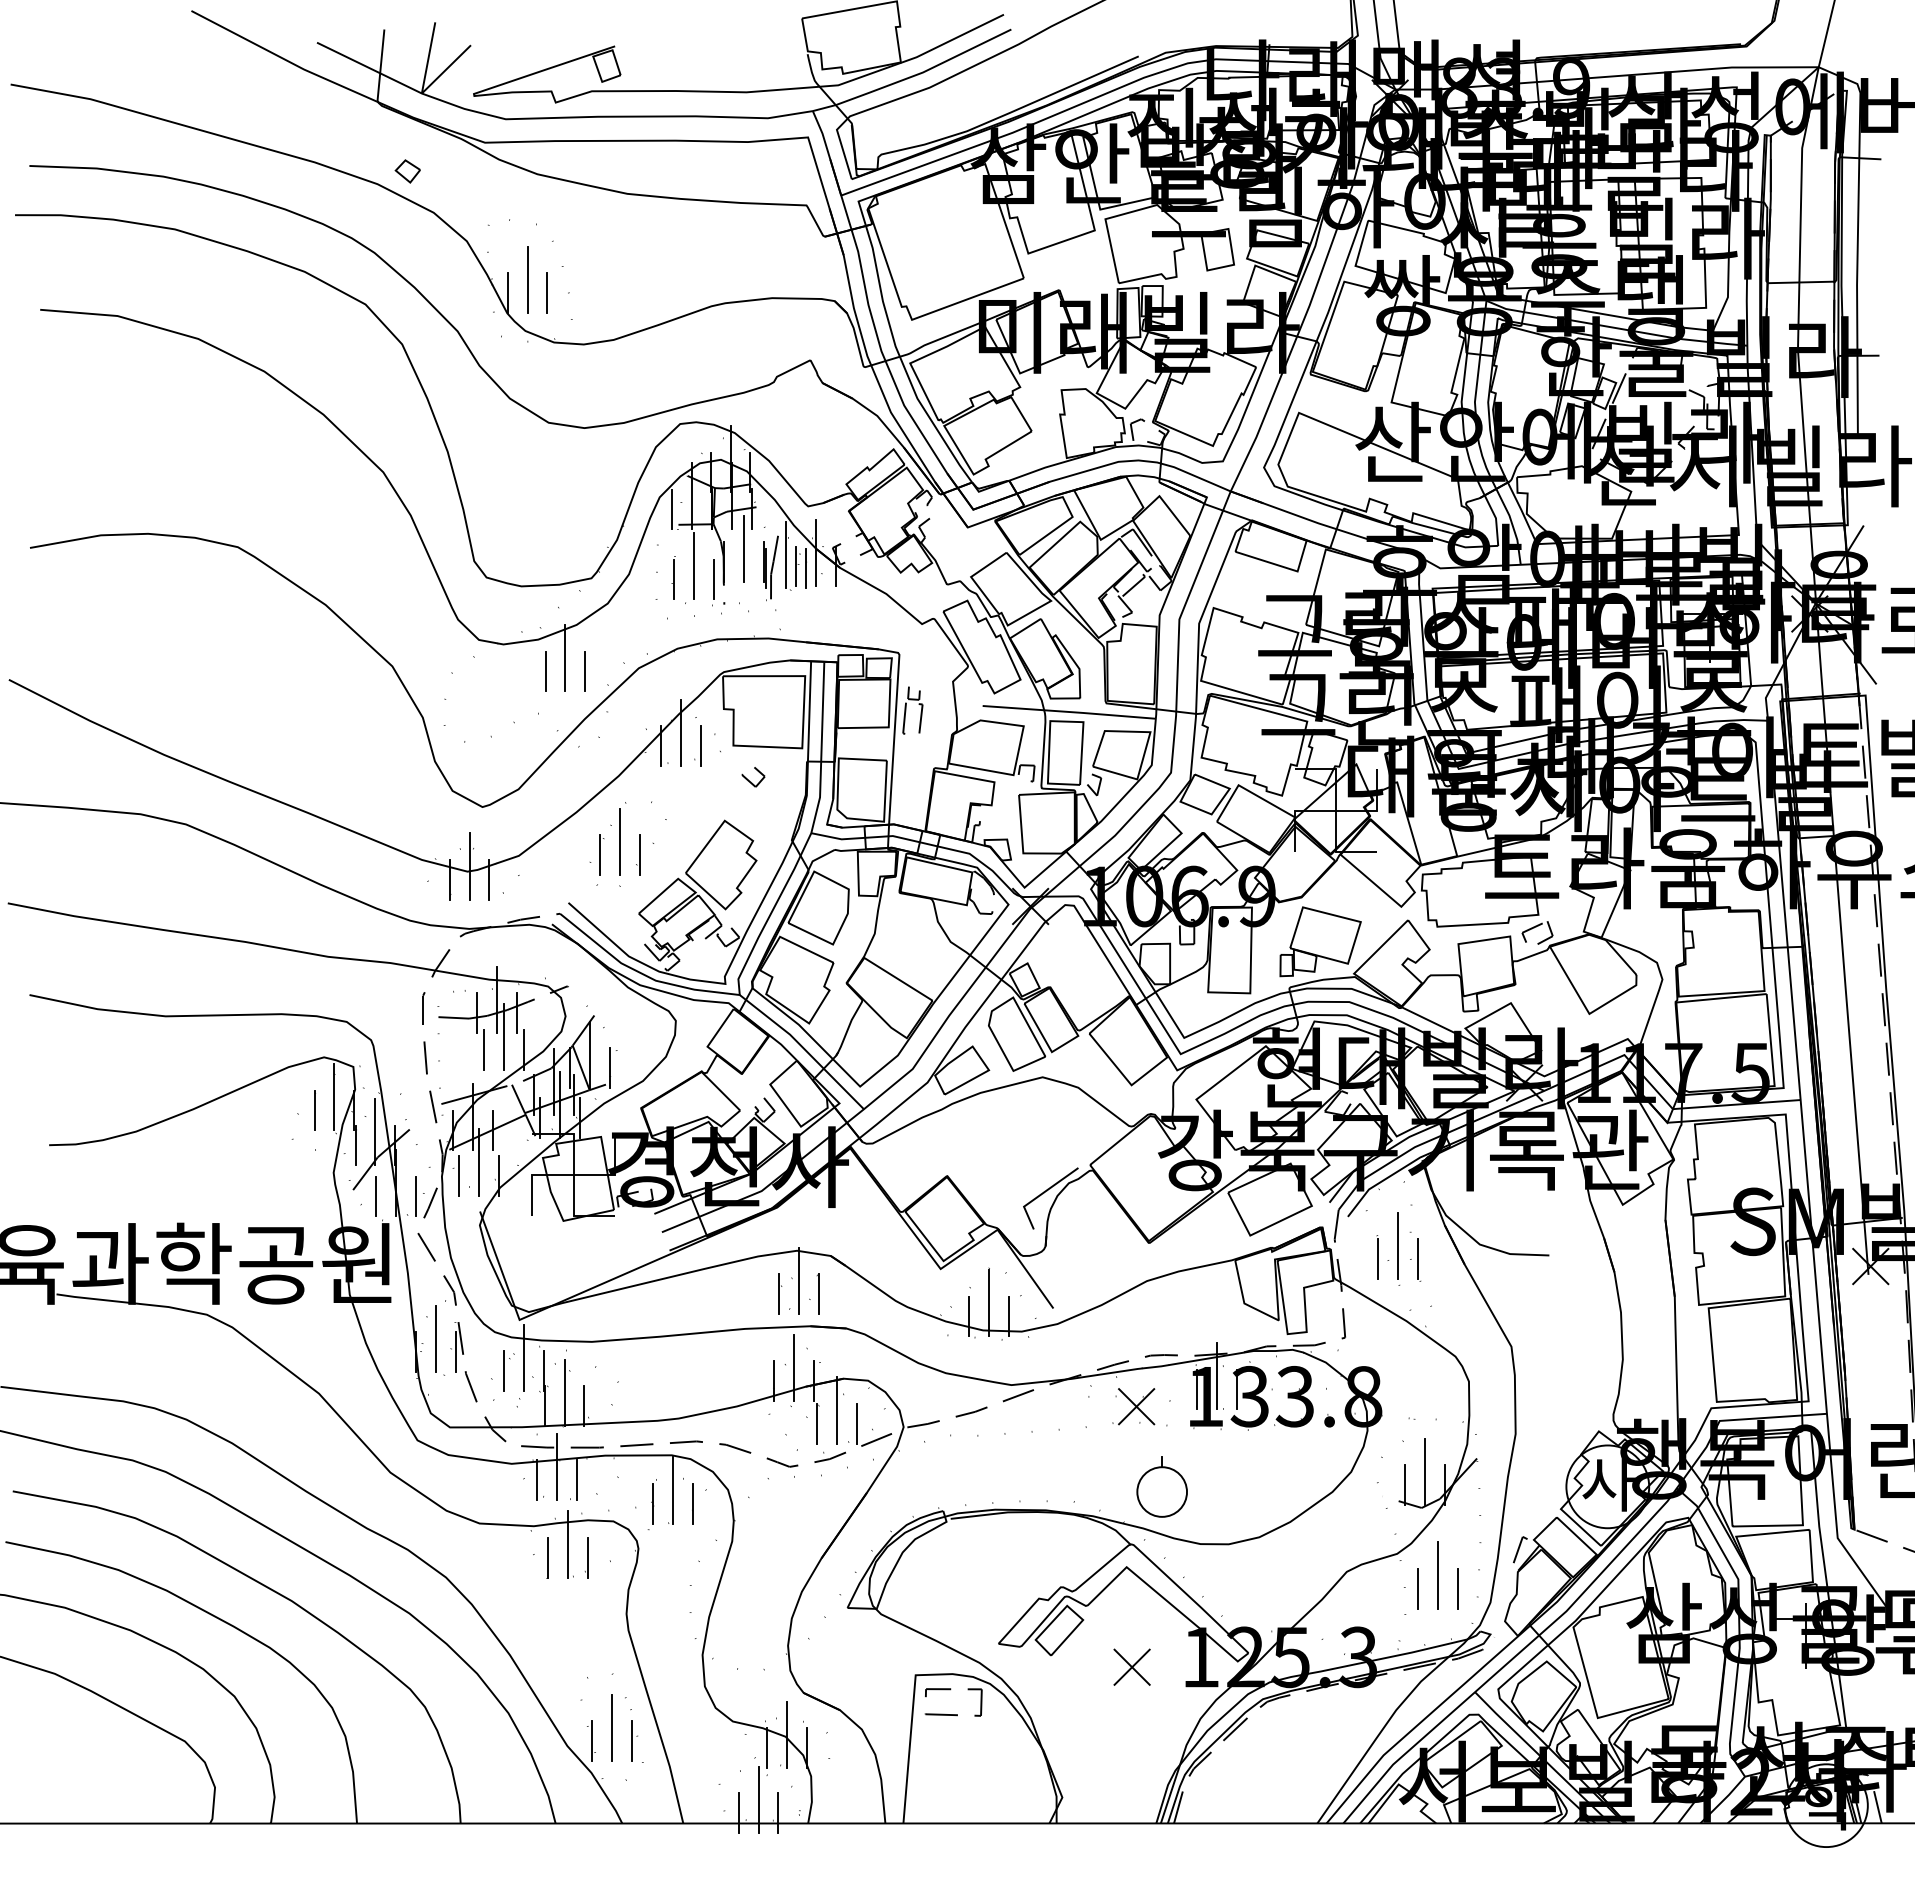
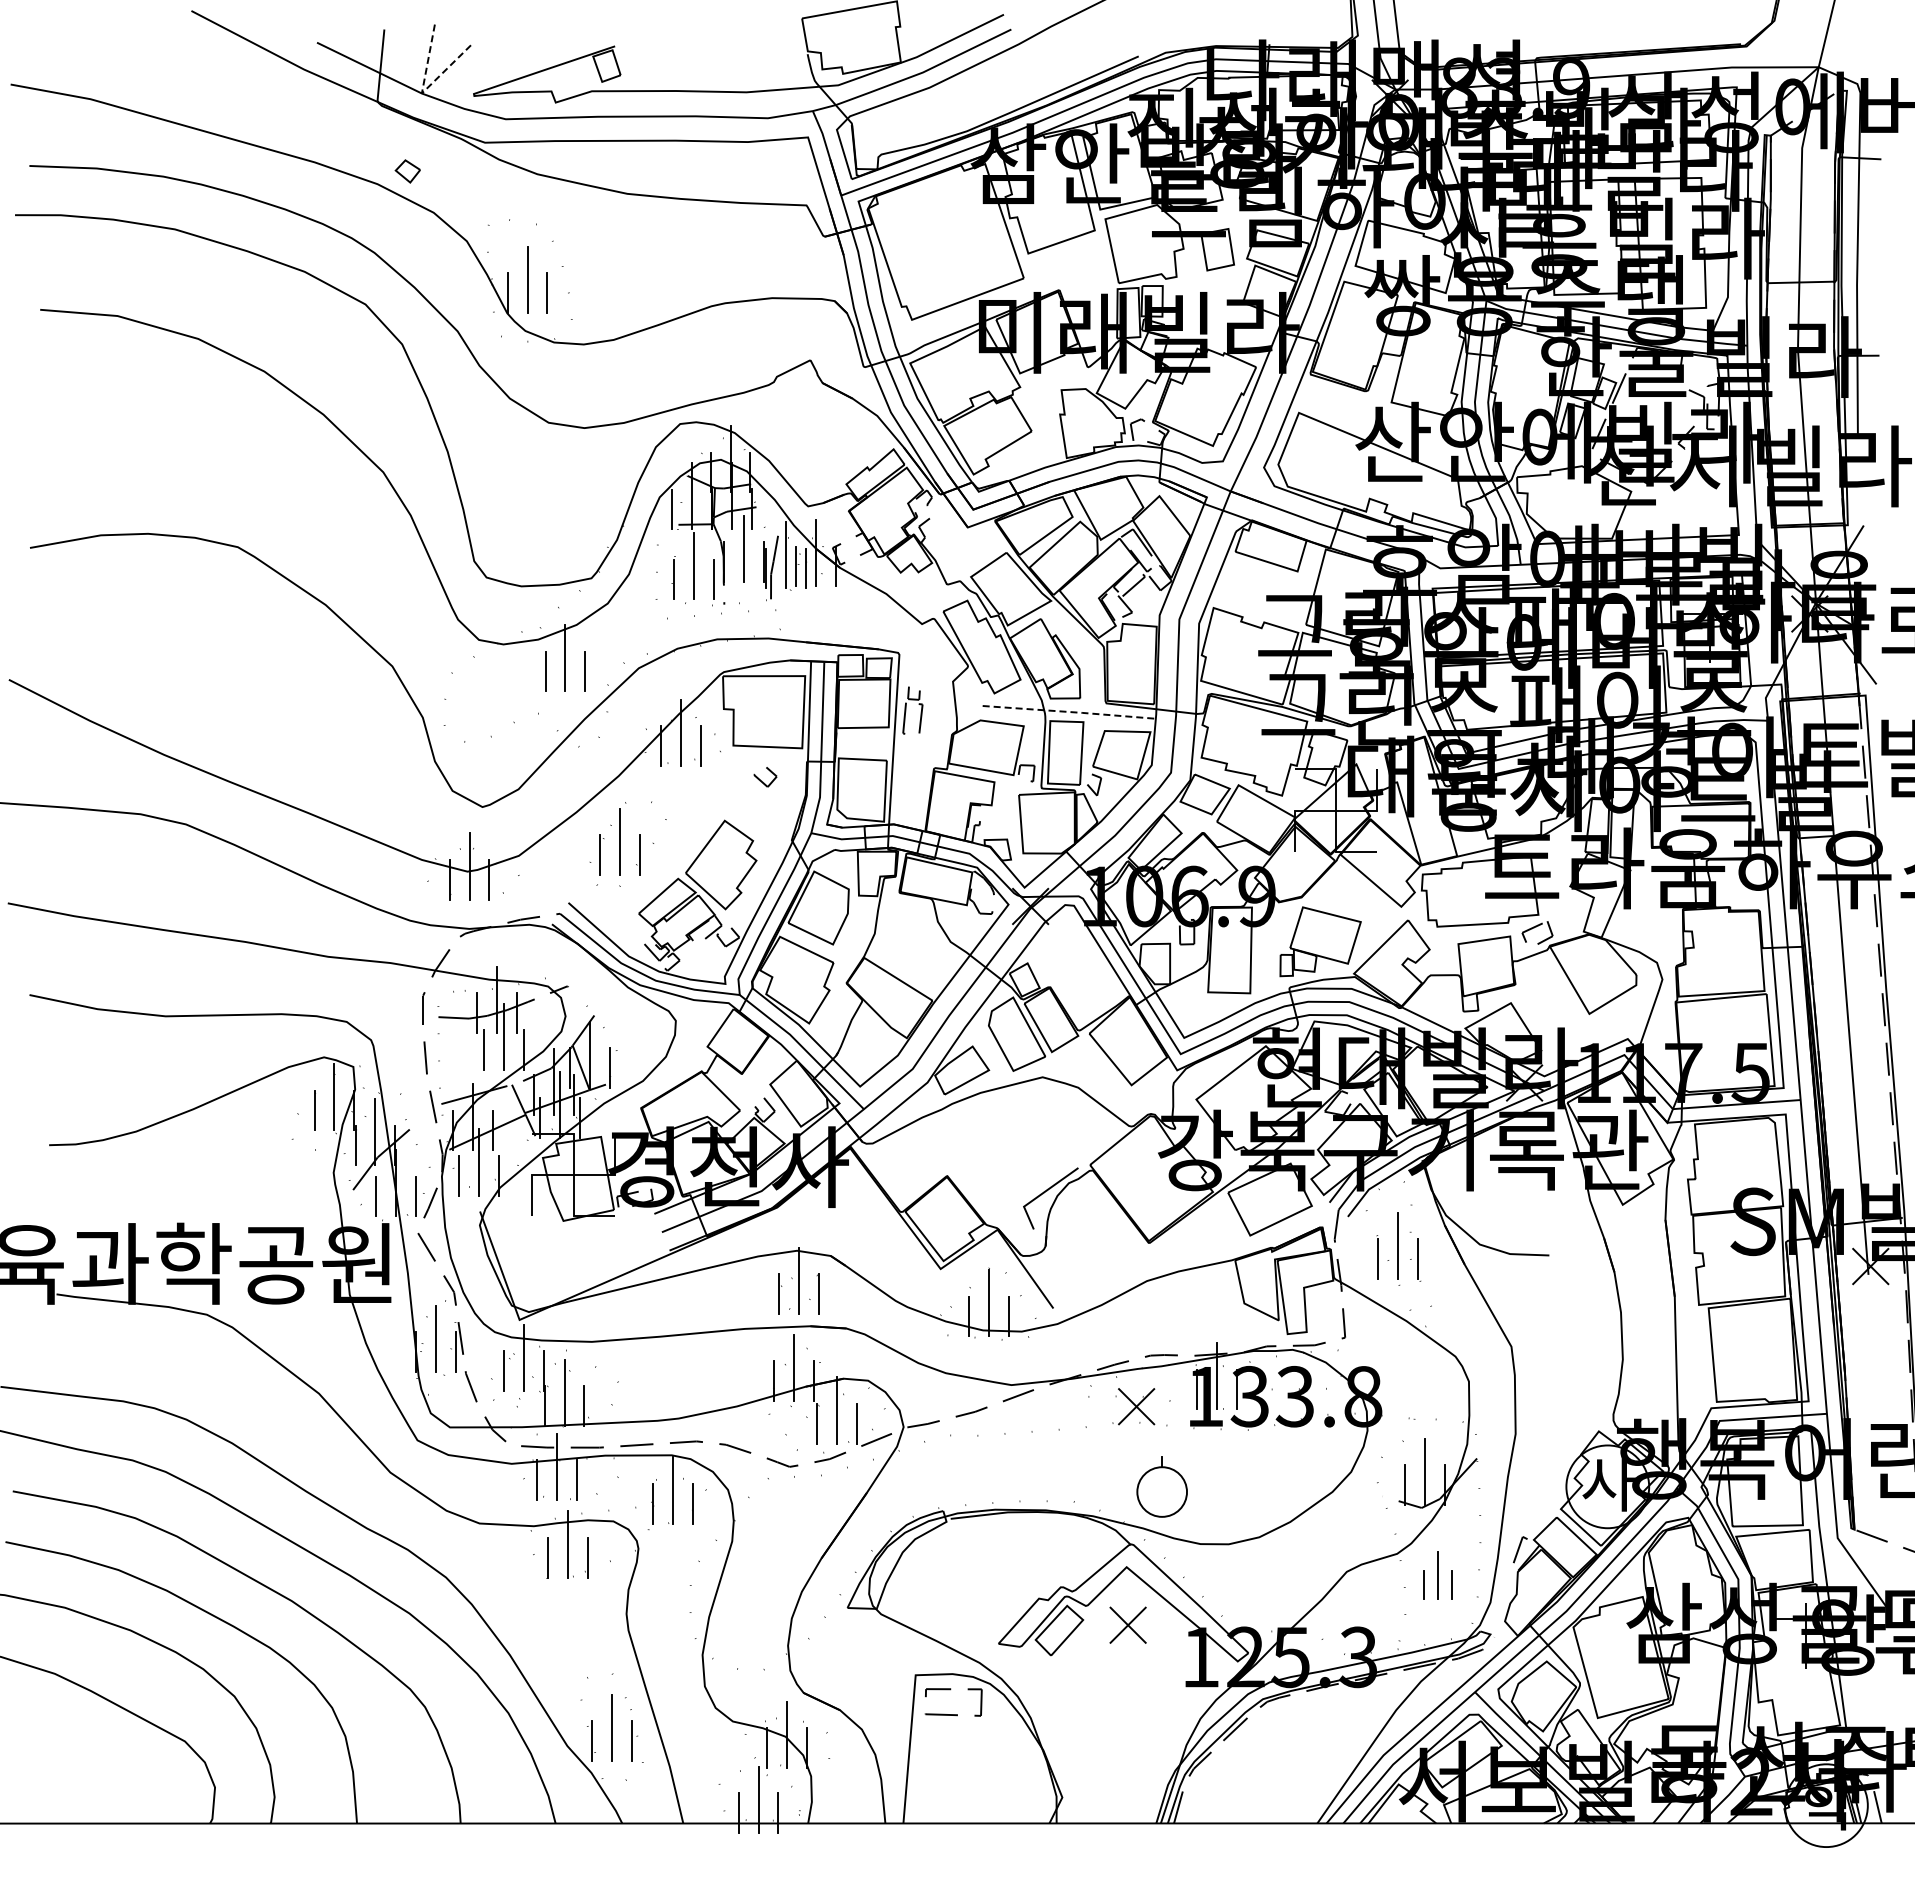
line at (422, 91): solid -> dashed
line at (1069, 712): solid -> dashed
part at (753, 777) position: (753, 777) -> (765, 777)
part at (1437, 1575) size: 42x69 px -> 30x49 px
part at (1131, 1666) position: (1131, 1666) -> (1127, 1624)
